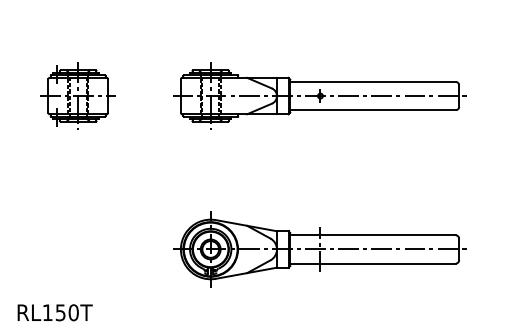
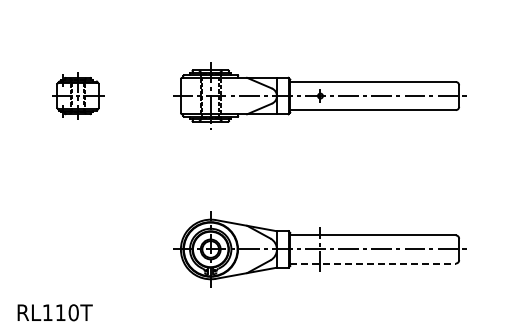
part at (77, 95) size: 76x68 px -> 53x48 px
line at (373, 263): solid -> dashed
text at (60, 312): RL150T -> RL110T
